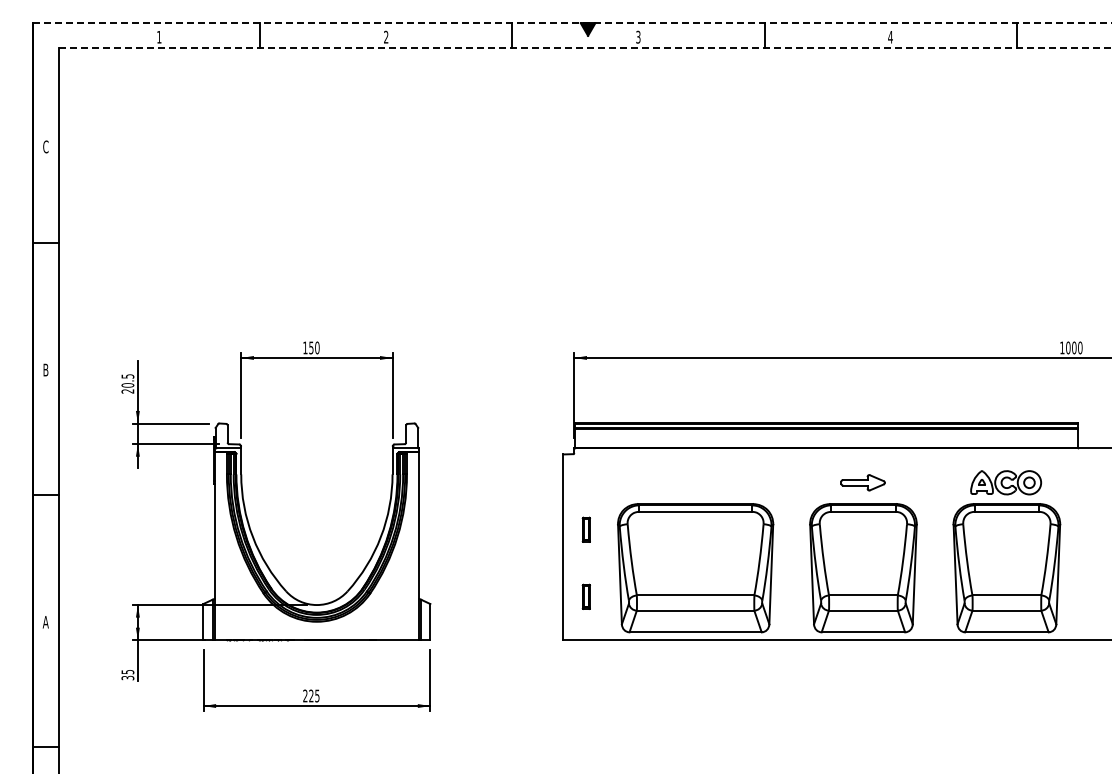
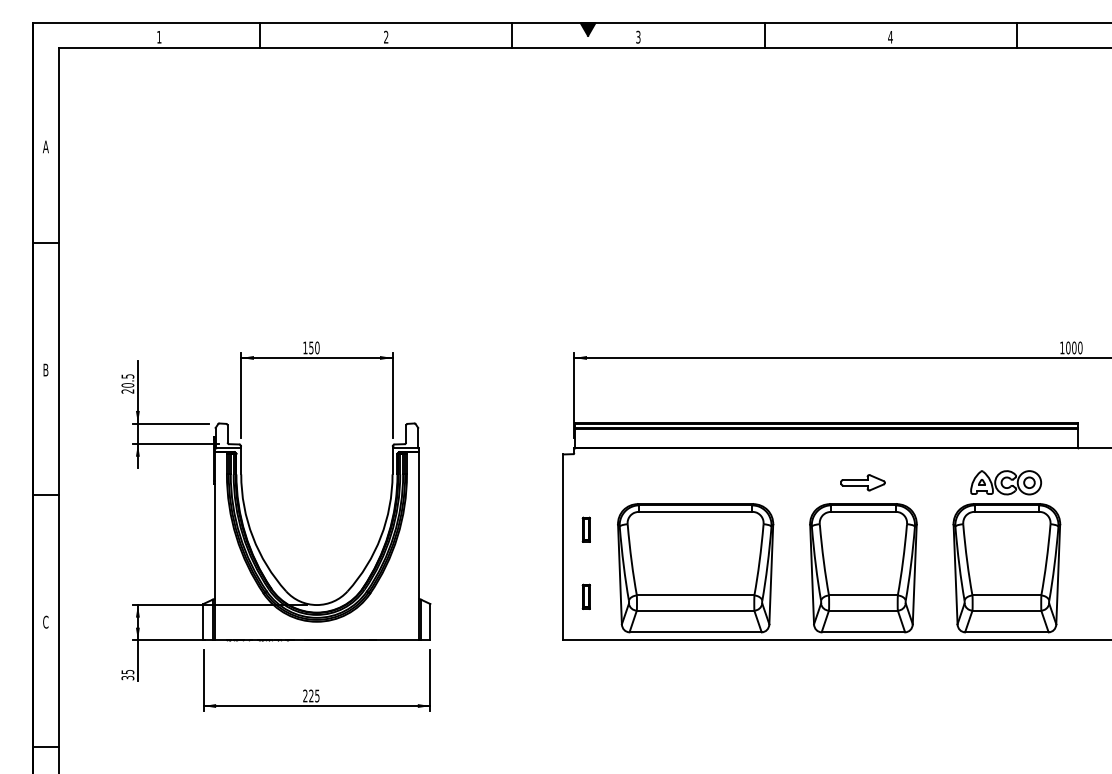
line at (573, 23): dashed -> solid
line at (585, 48): dashed -> solid
text at (45, 146): C -> A
text at (45, 621): A -> C
